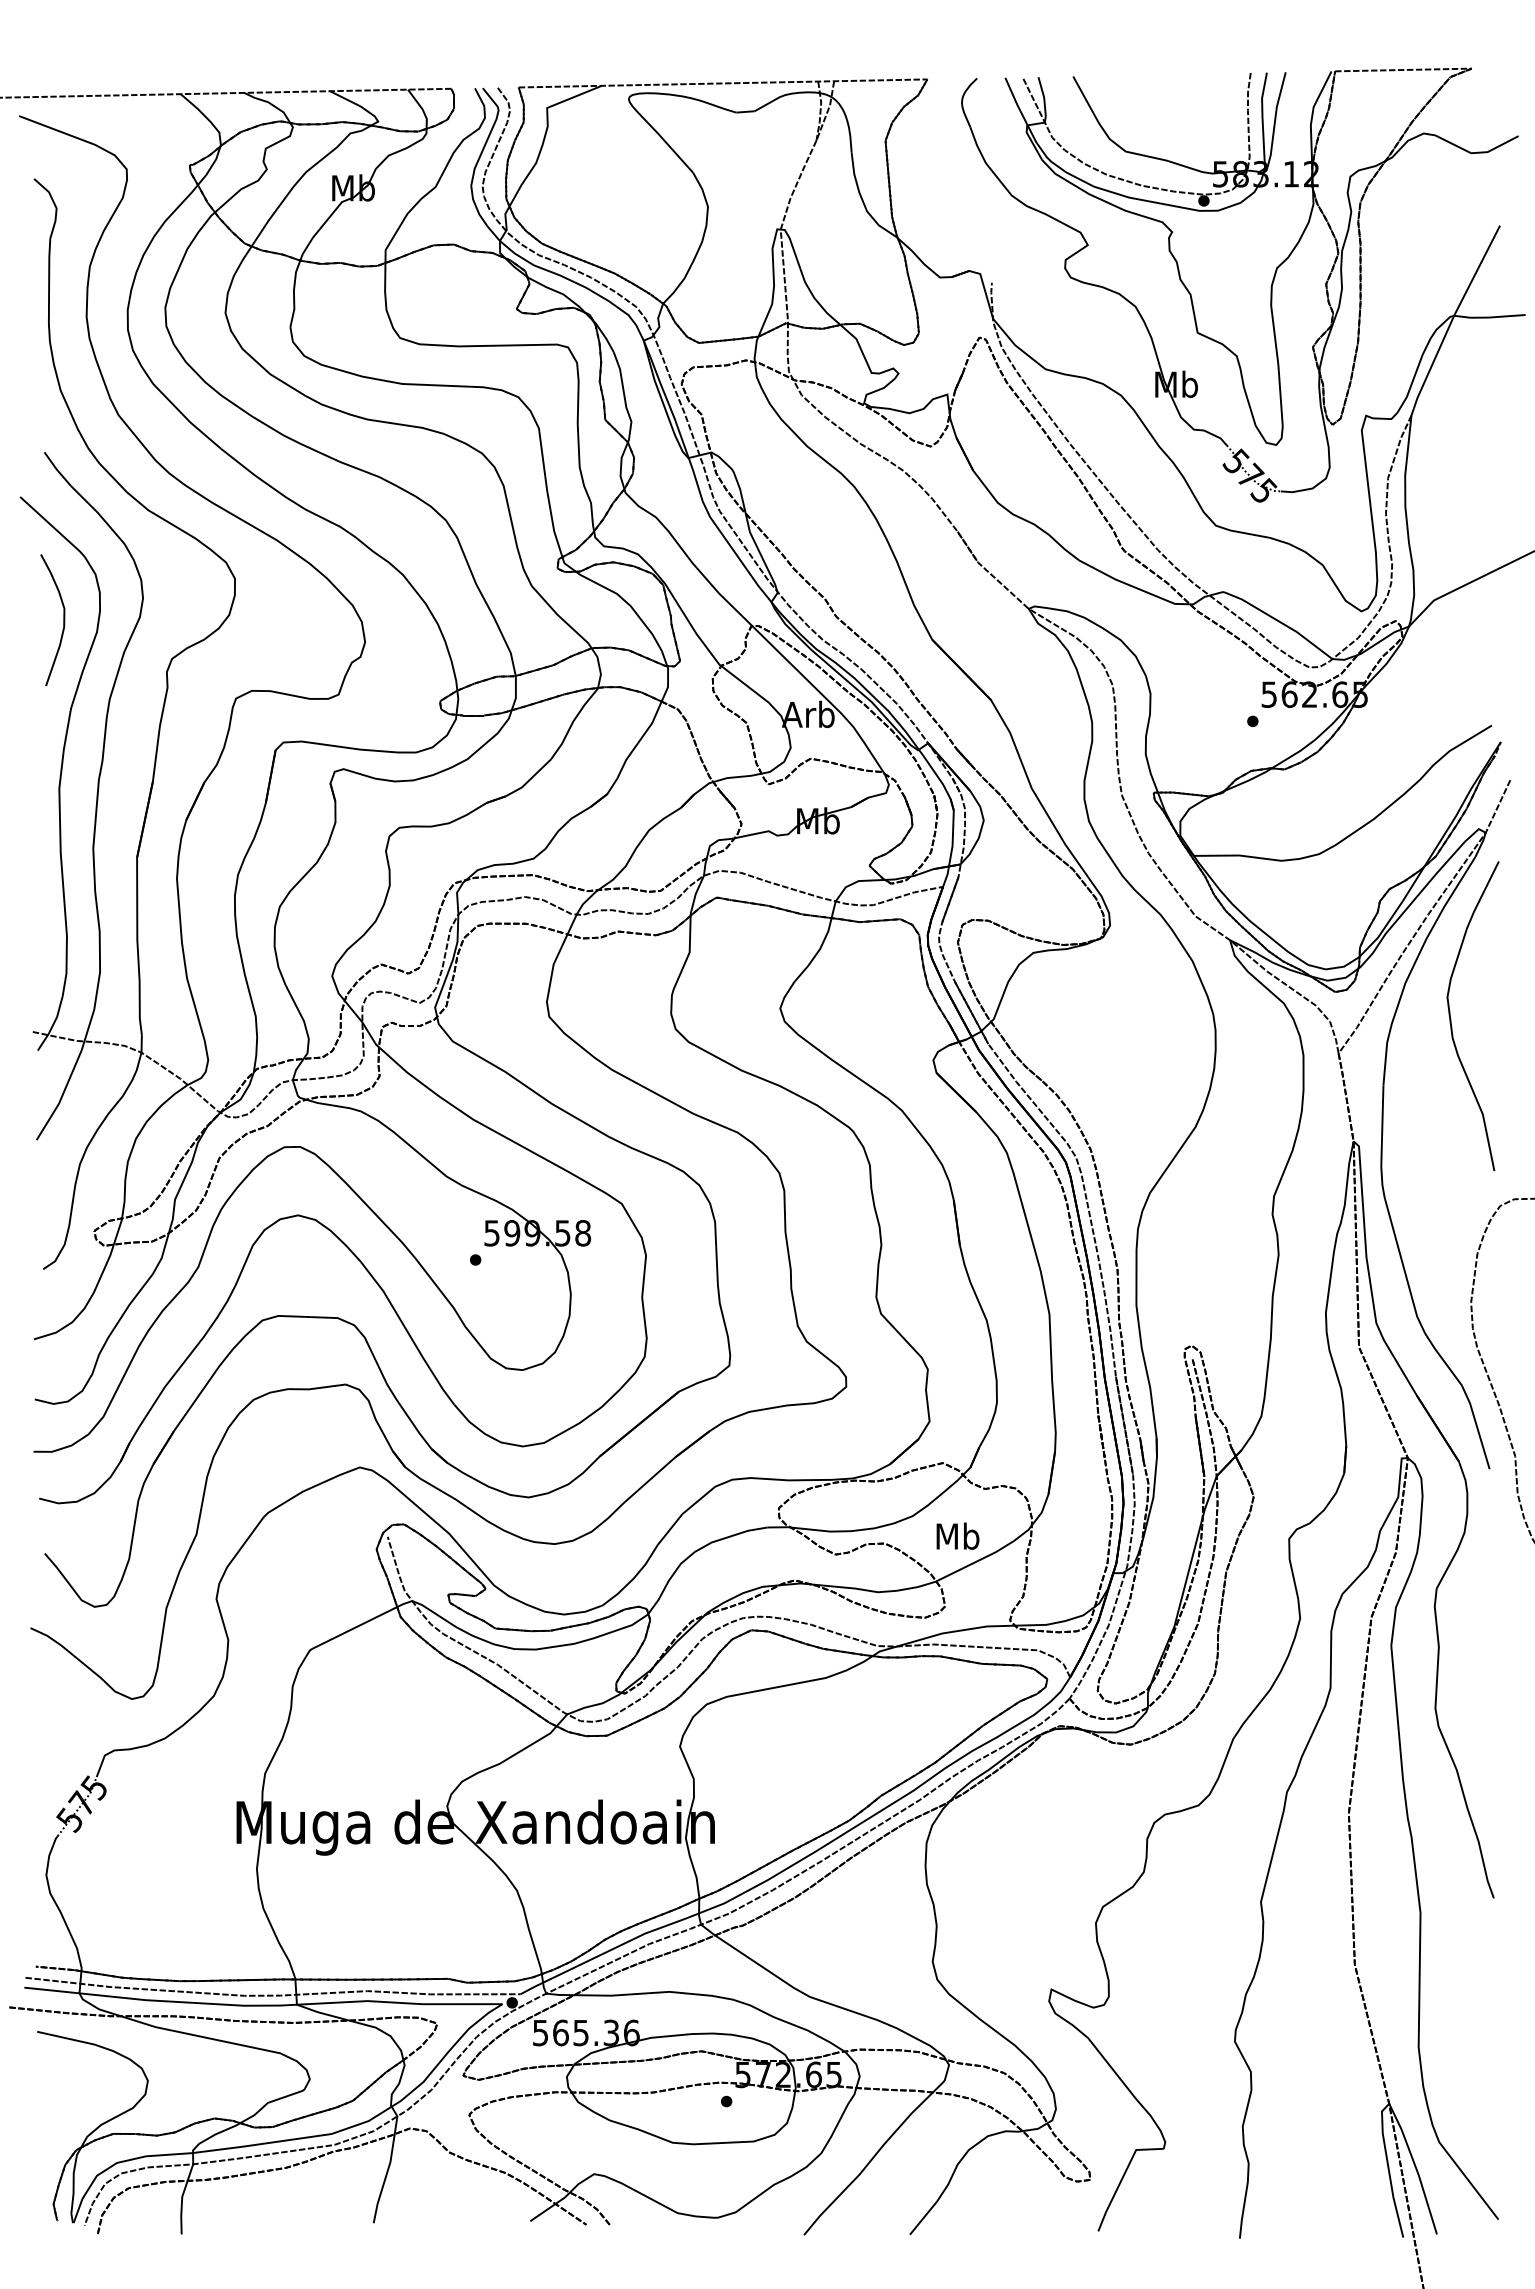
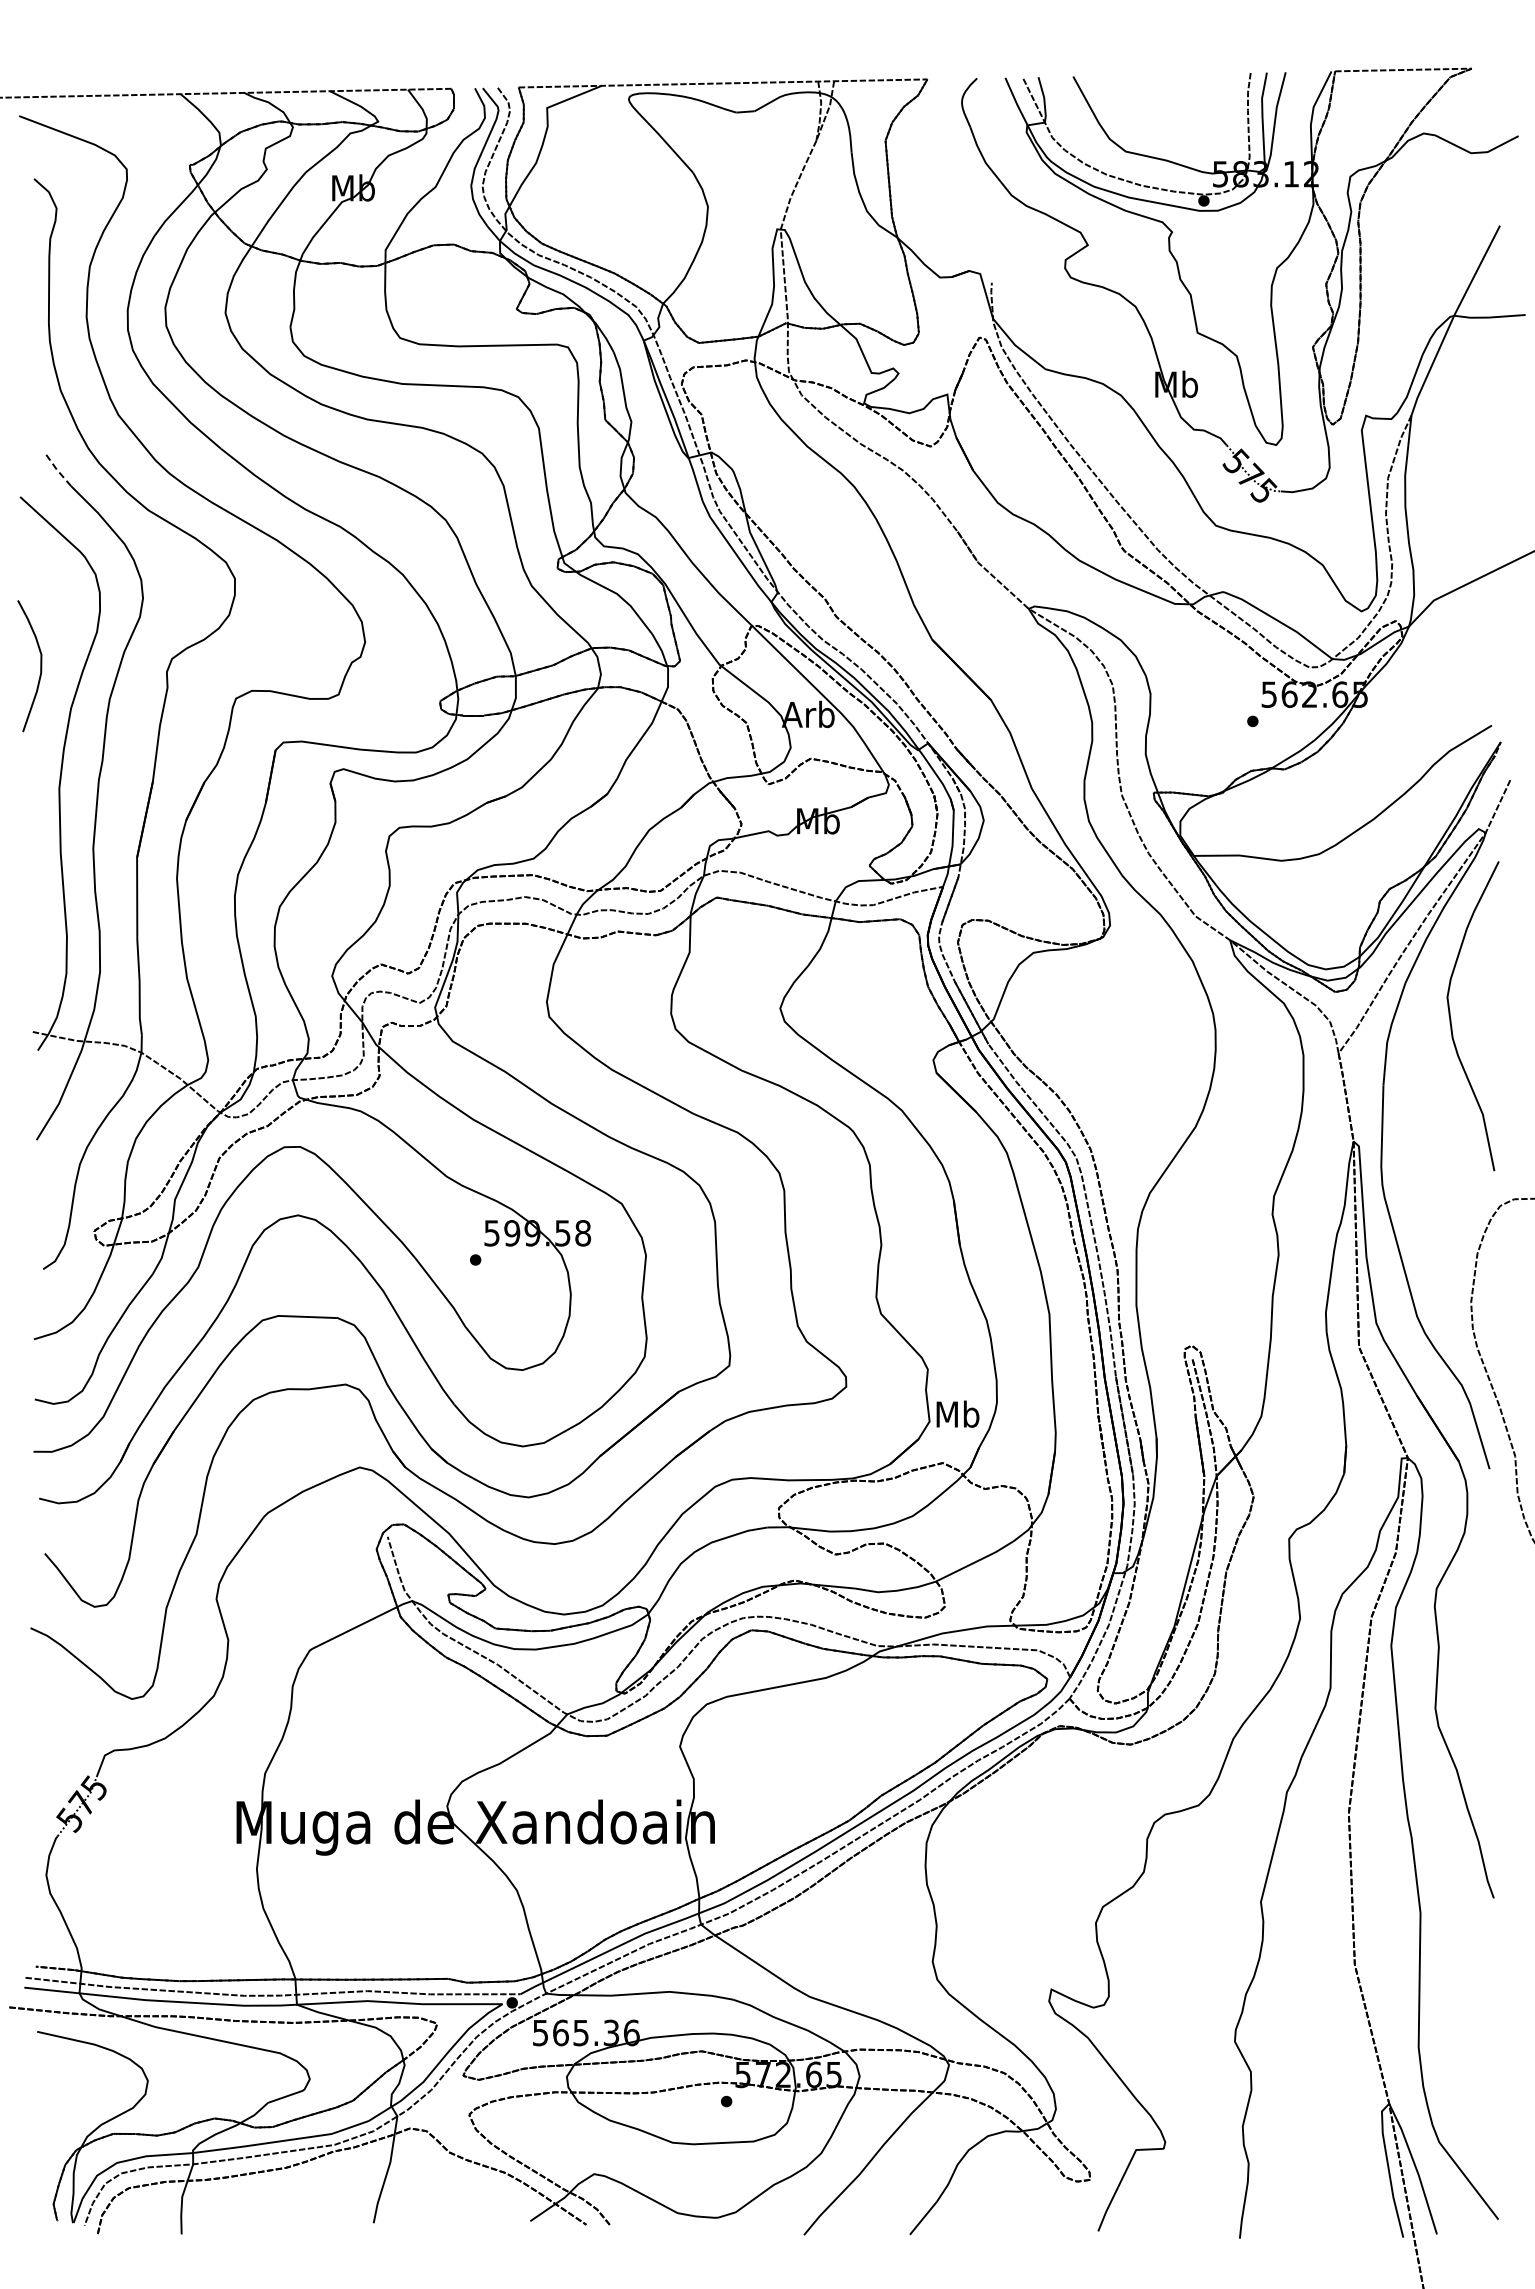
line at (56, 469): solid -> dashed
curve at (63, 620) position: (63, 620) -> (40, 666)
text at (957, 1535) position: (957, 1535) -> (957, 1413)
